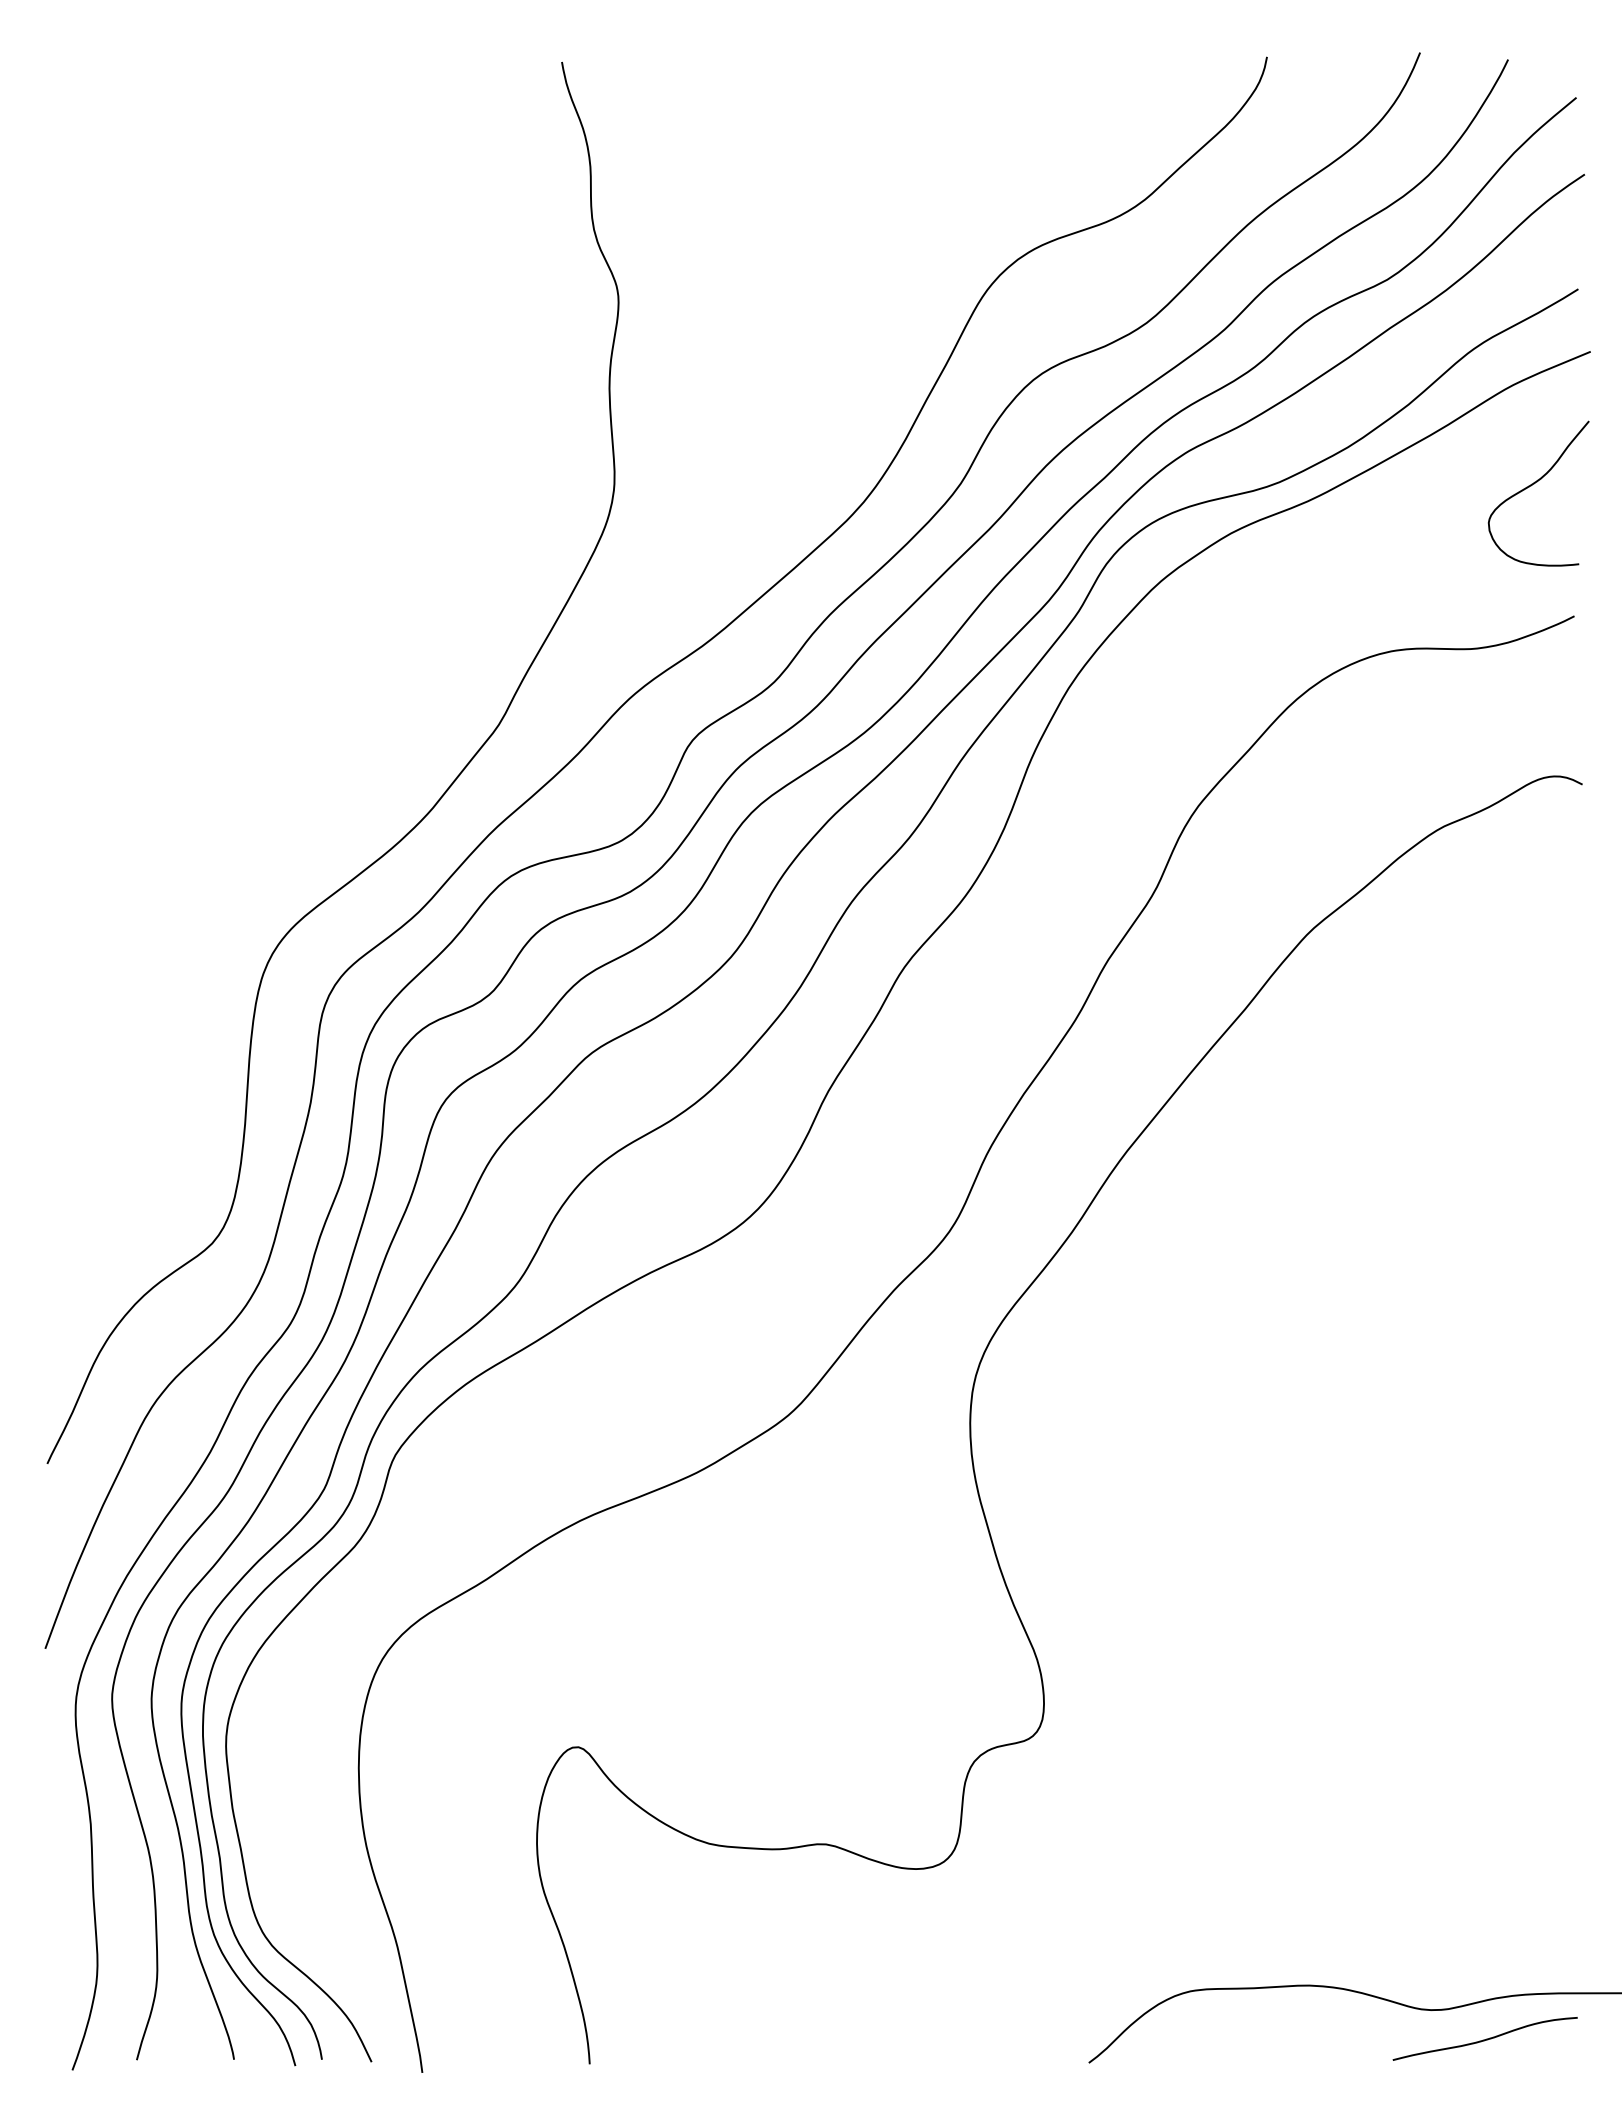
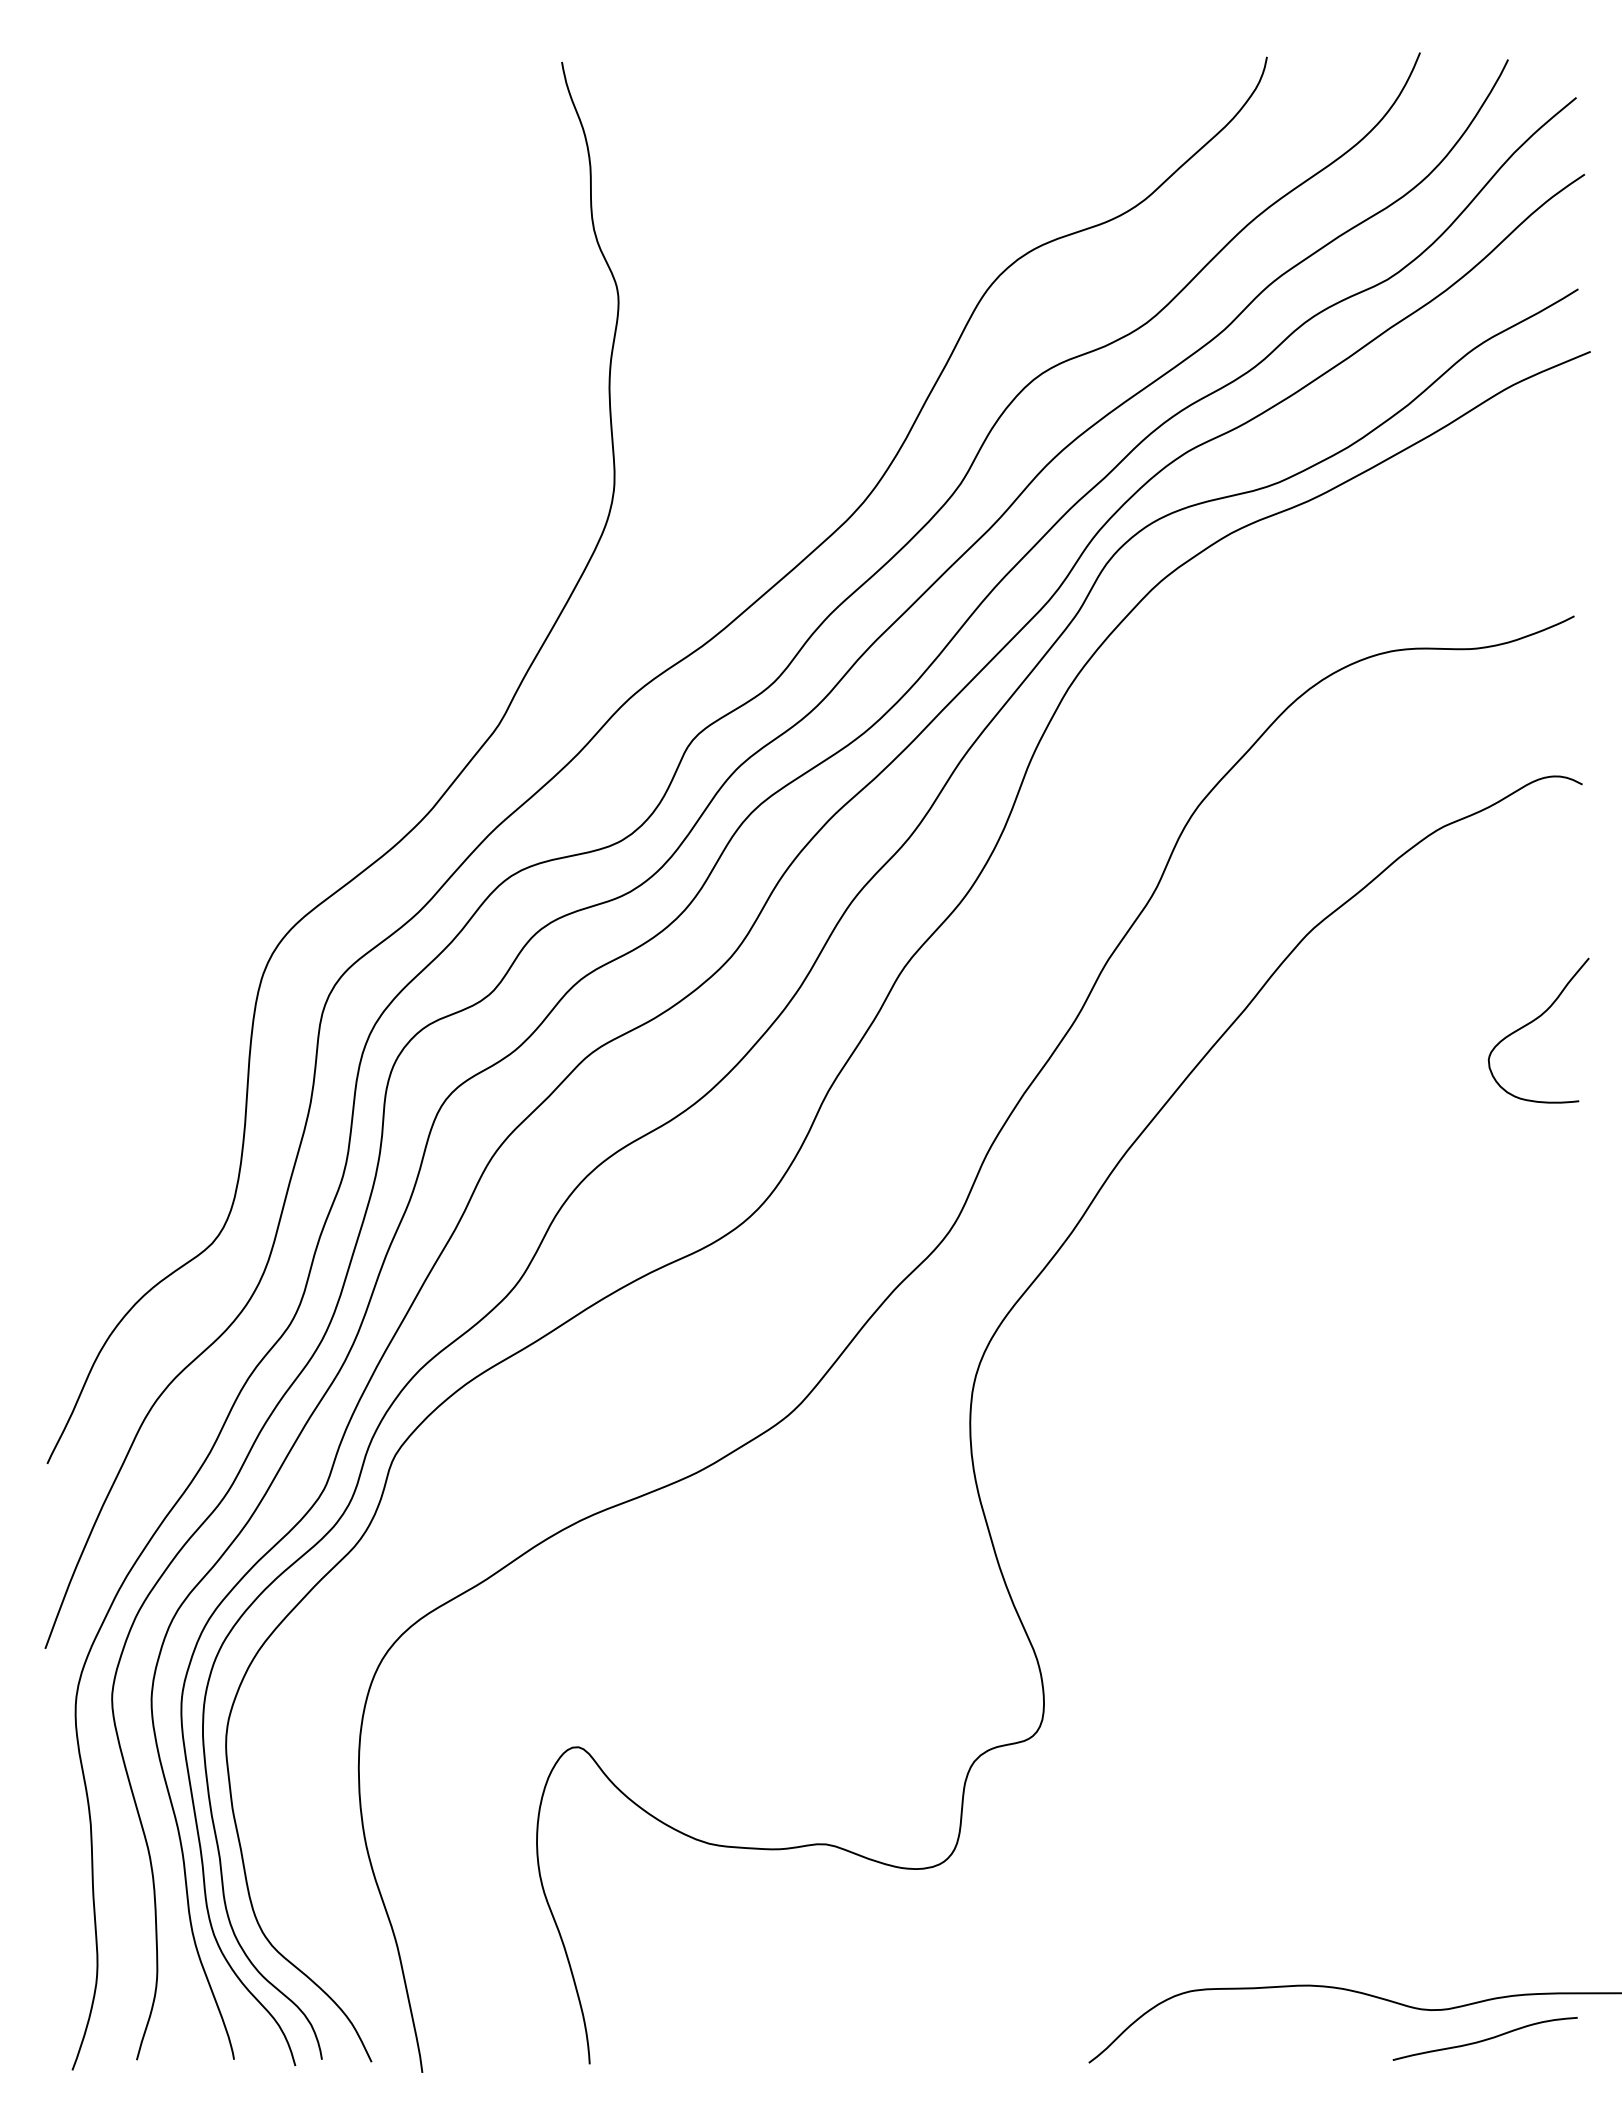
curve at (1534, 484) position: (1534, 484) -> (1534, 1021)
